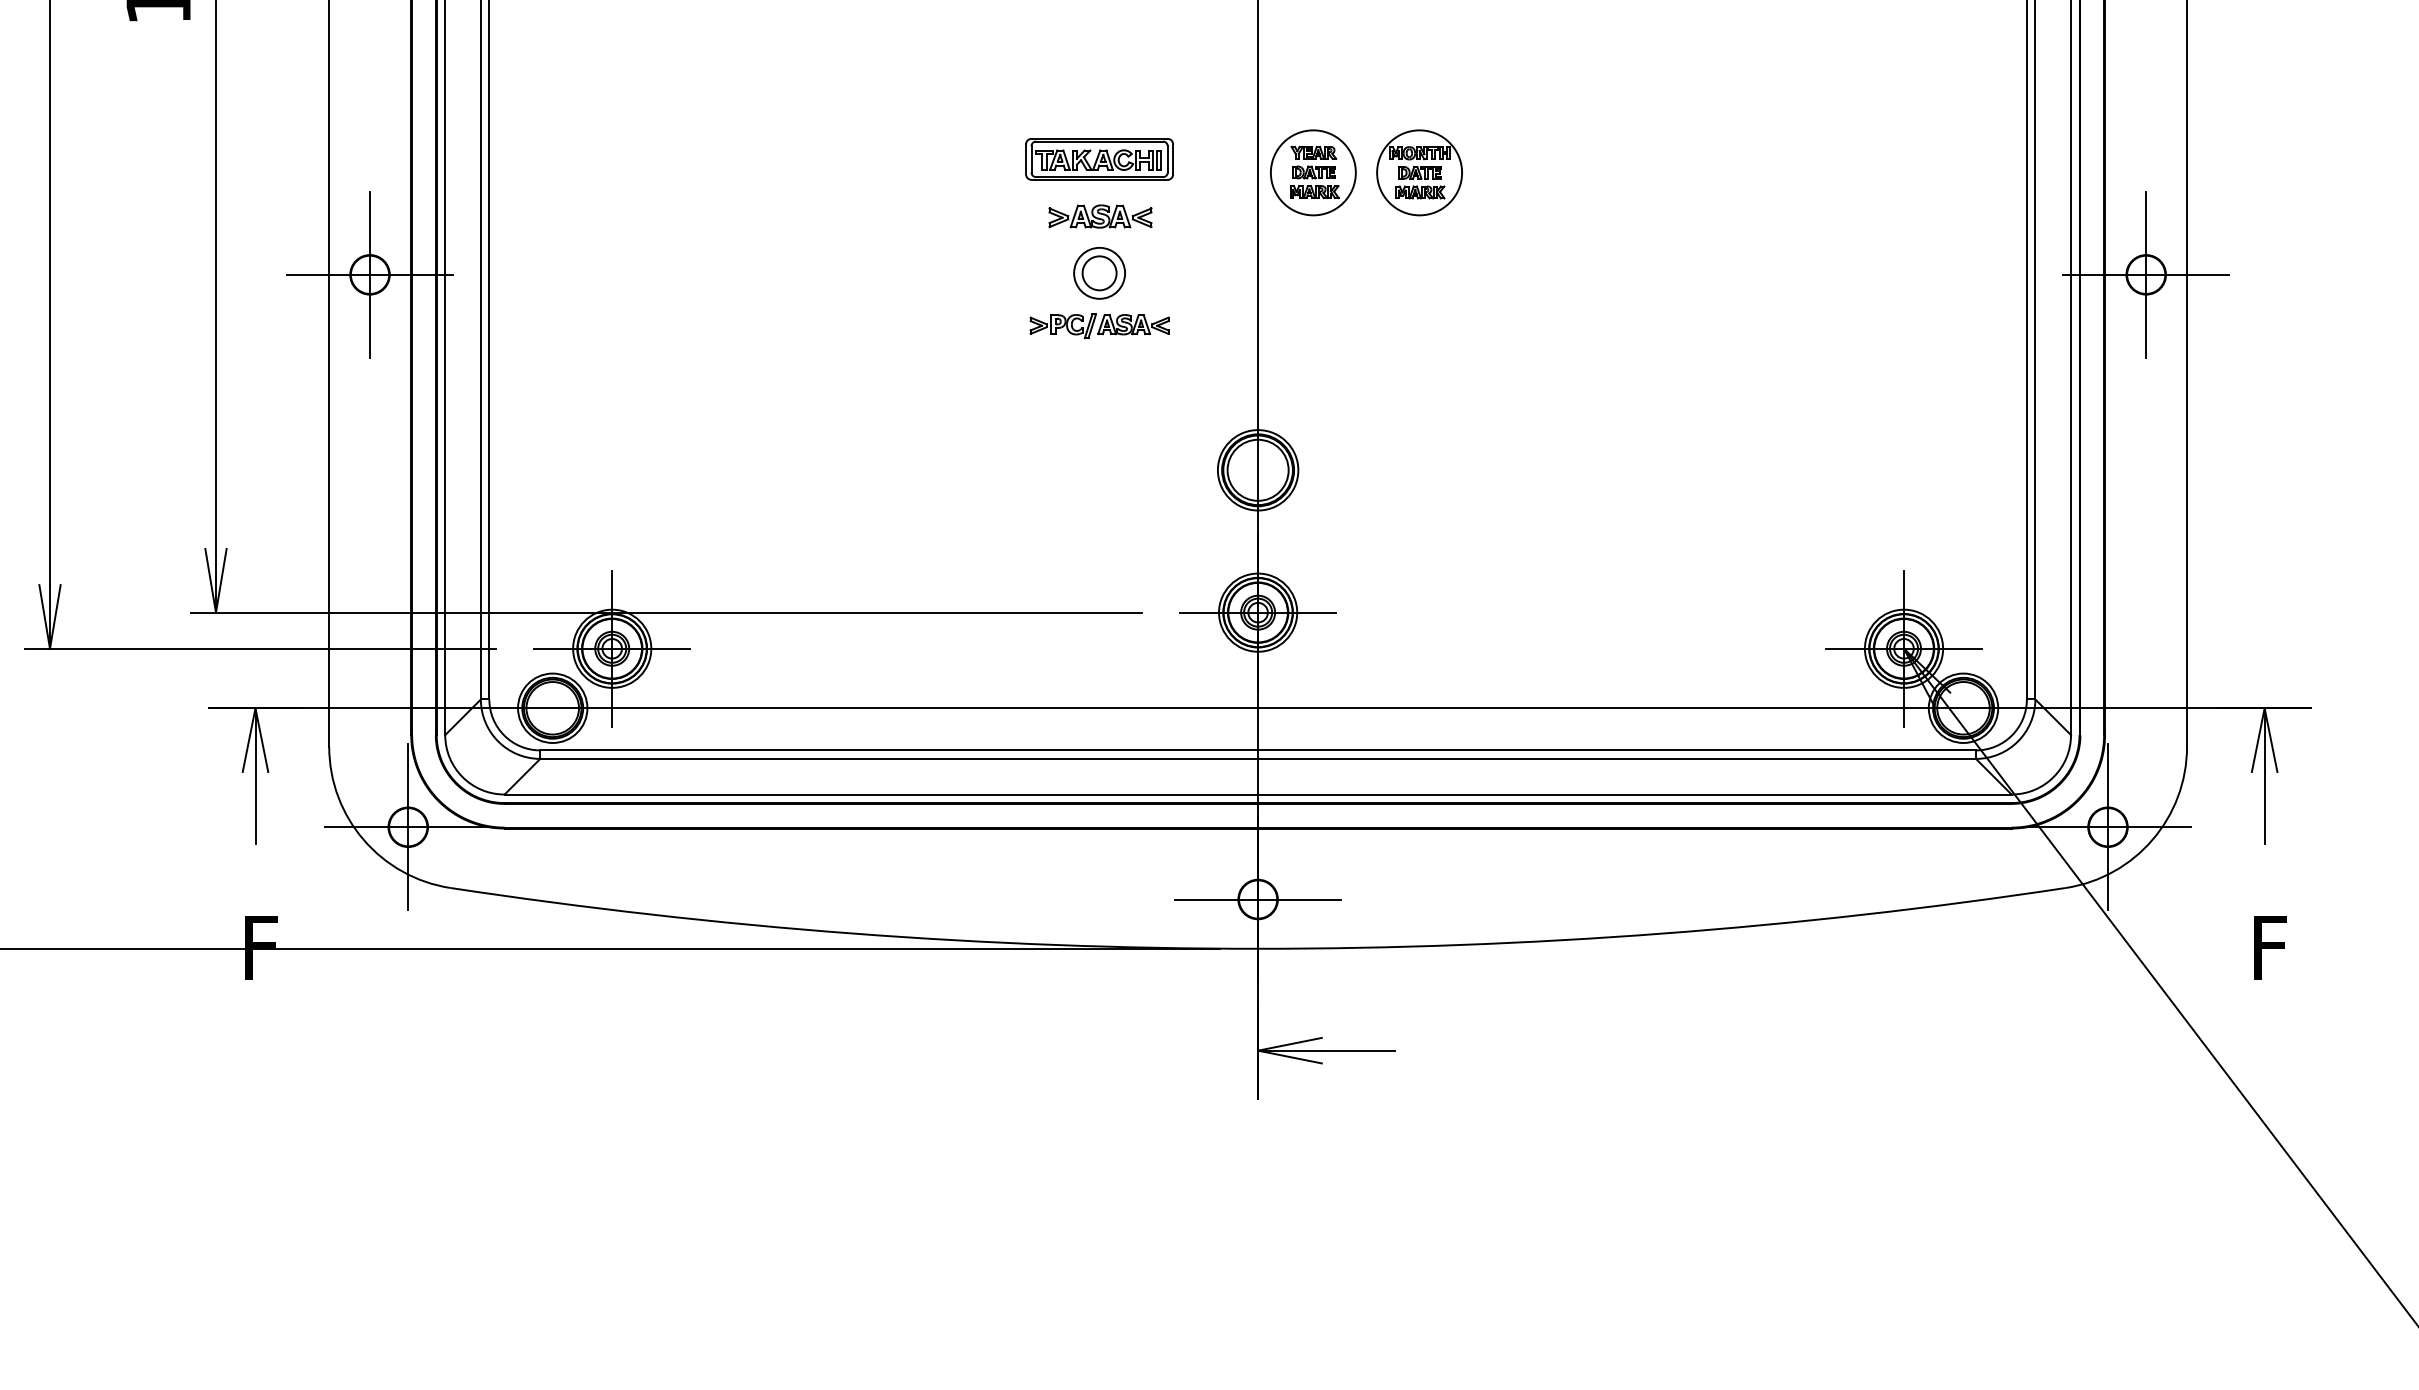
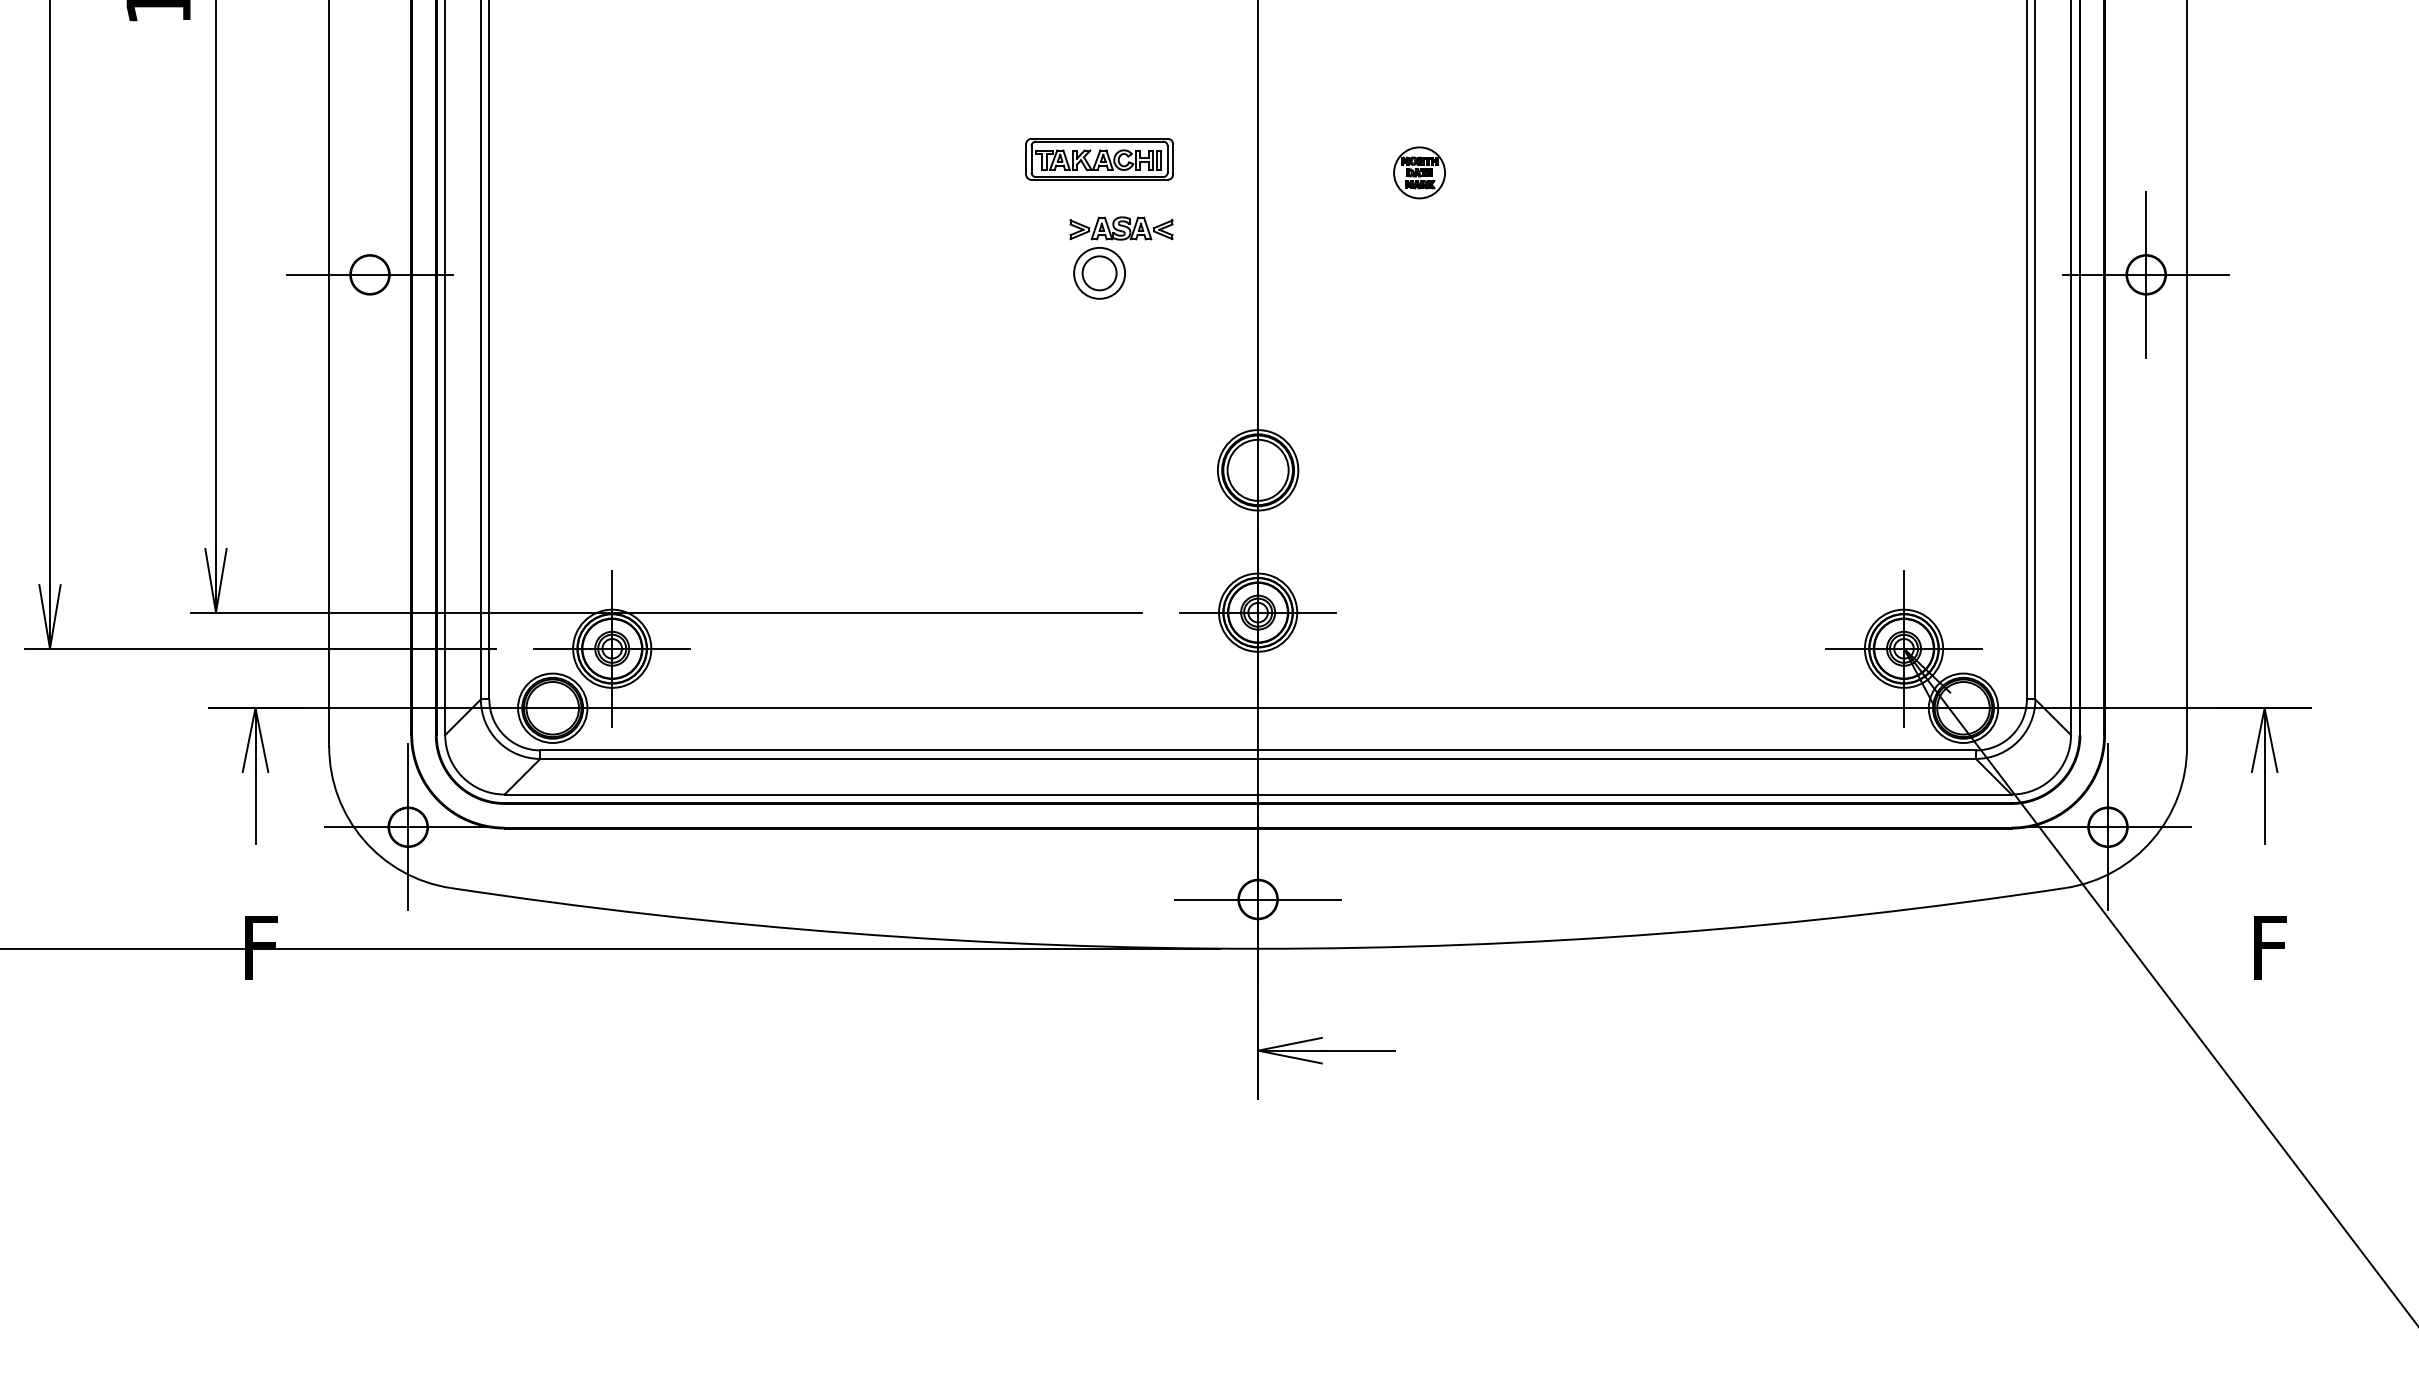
part at (1313, 172): present -> none
part at (1419, 172) size: 87x88 px -> 53x54 px
part at (1100, 216) position: (1100, 216) -> (1121, 228)
line at (370, 274): present -> none
part at (1099, 326): present -> none
